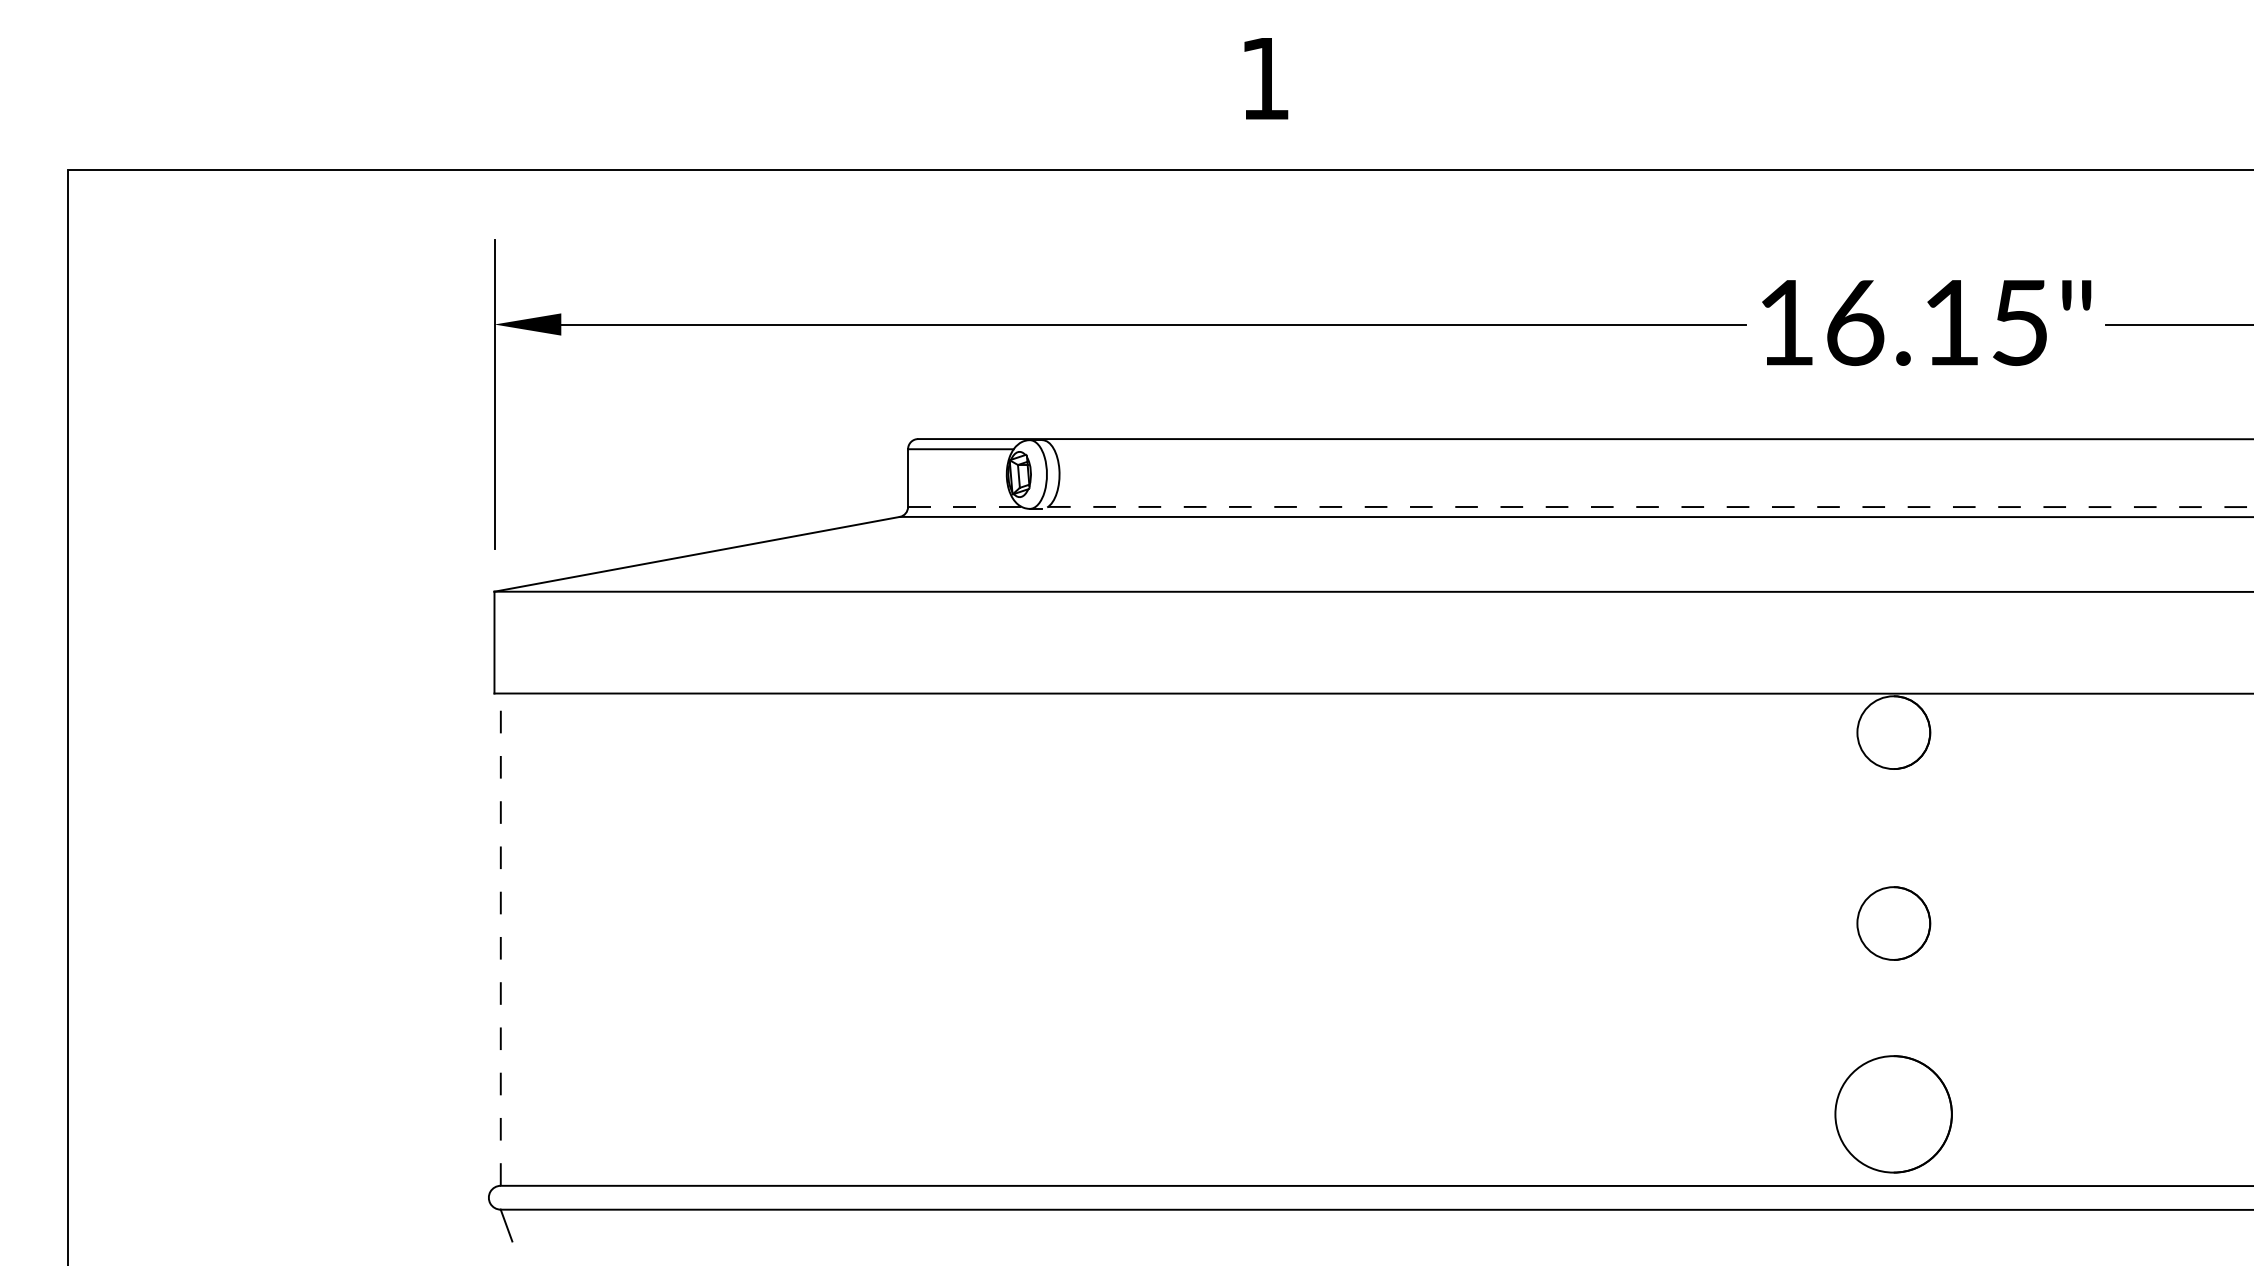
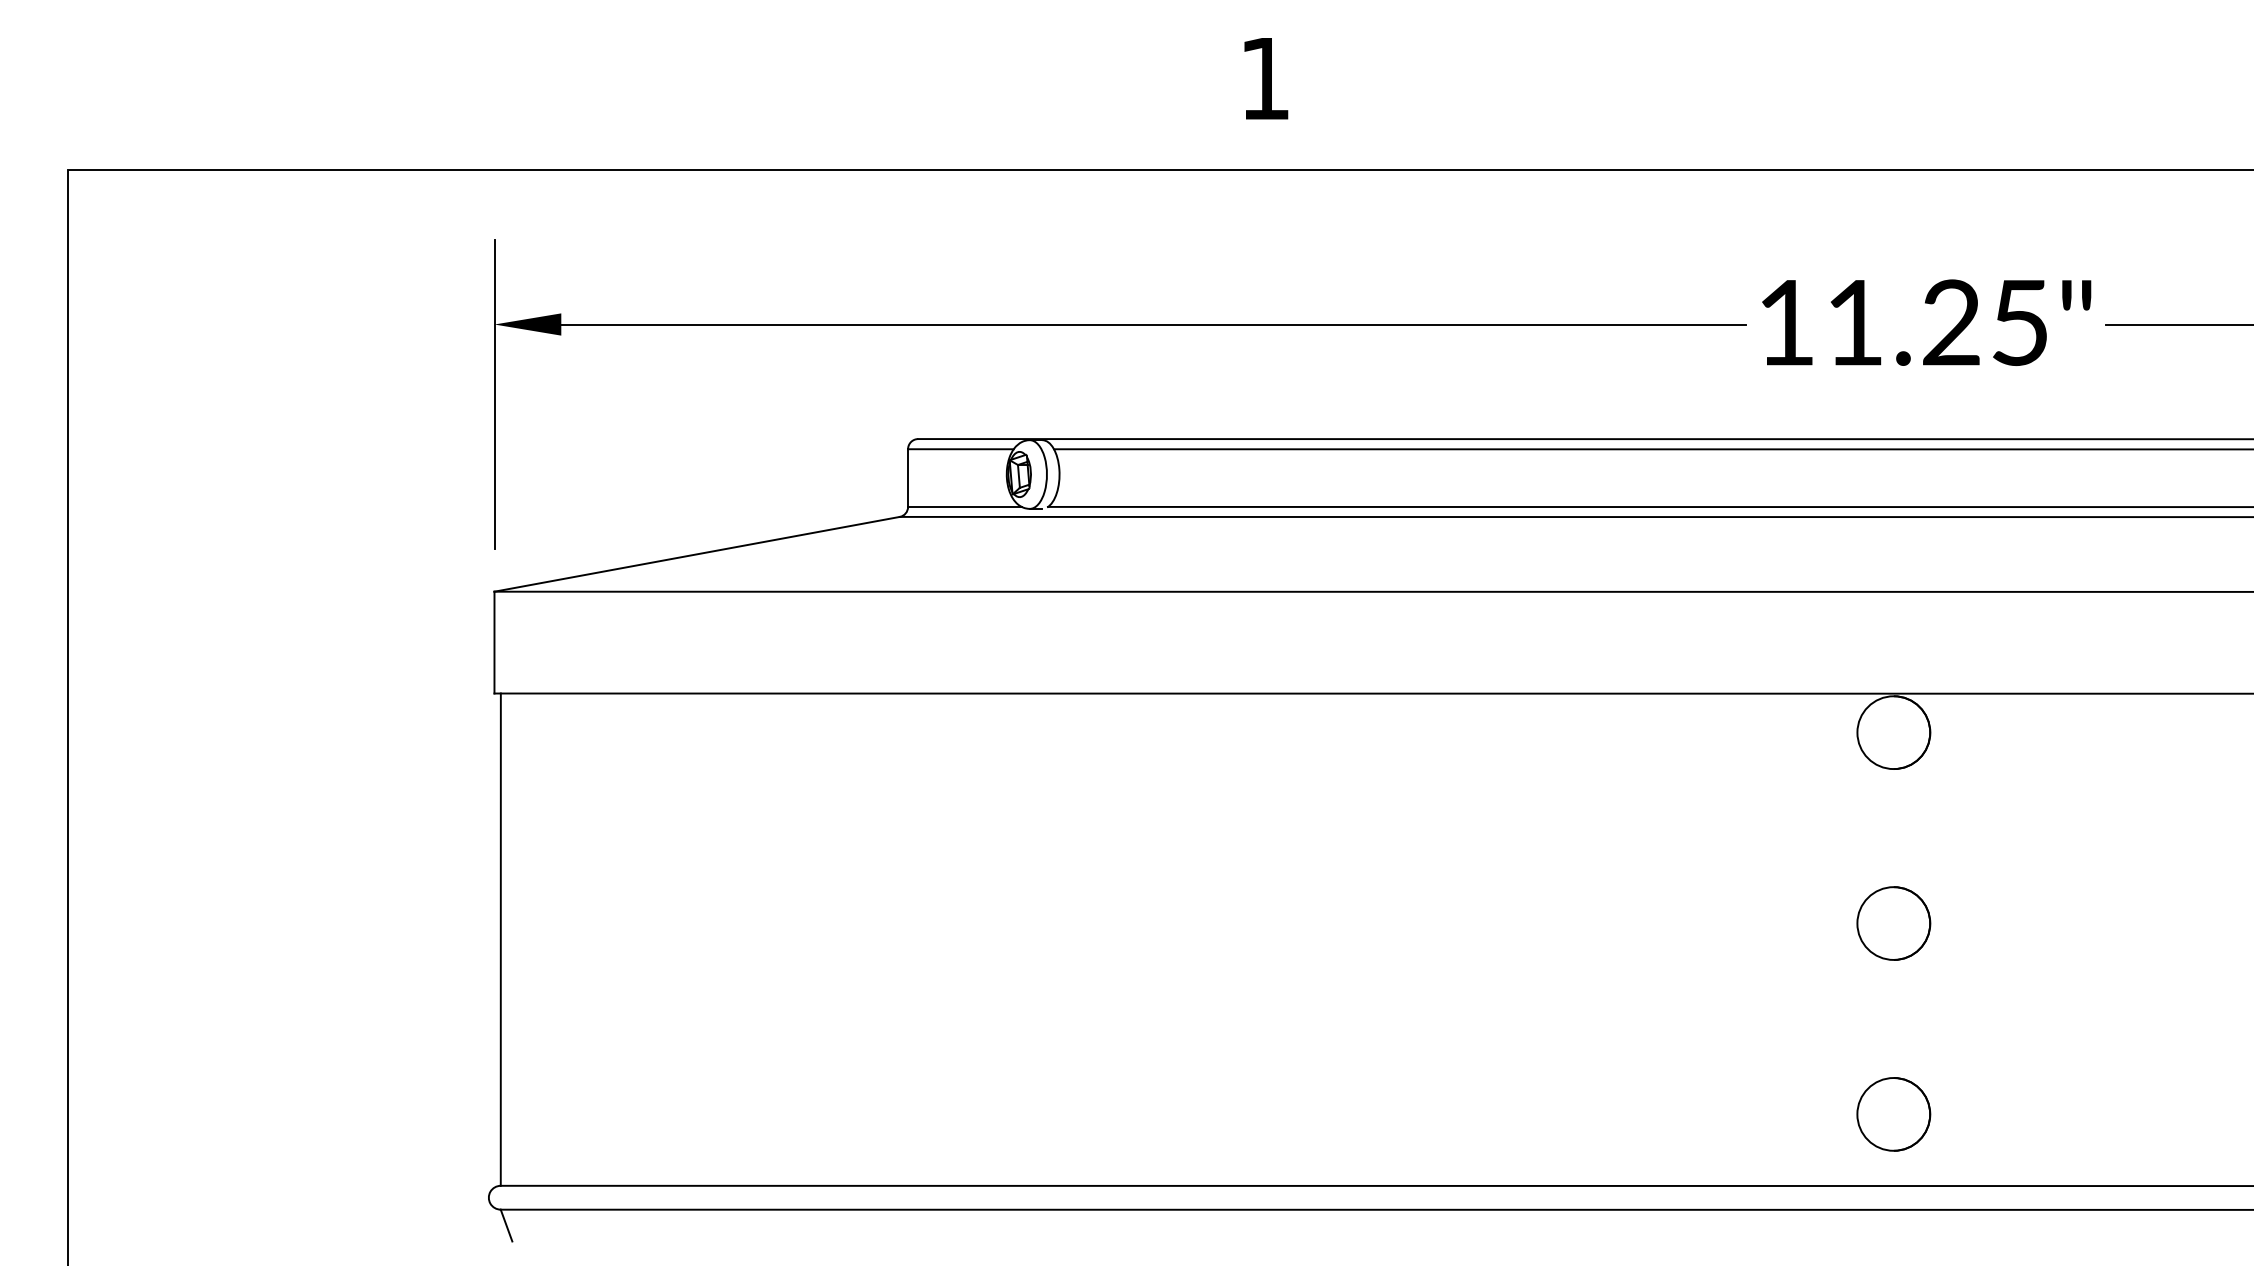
text at (1903, 322): 16.15" -> 11.25"
line at (1652, 449): none -> present
line at (964, 506): dashed -> solid
line at (1651, 507): dashed -> solid
line at (500, 939): dashed -> solid
part at (1893, 1114) size: 119x119 px -> 76x75 px
